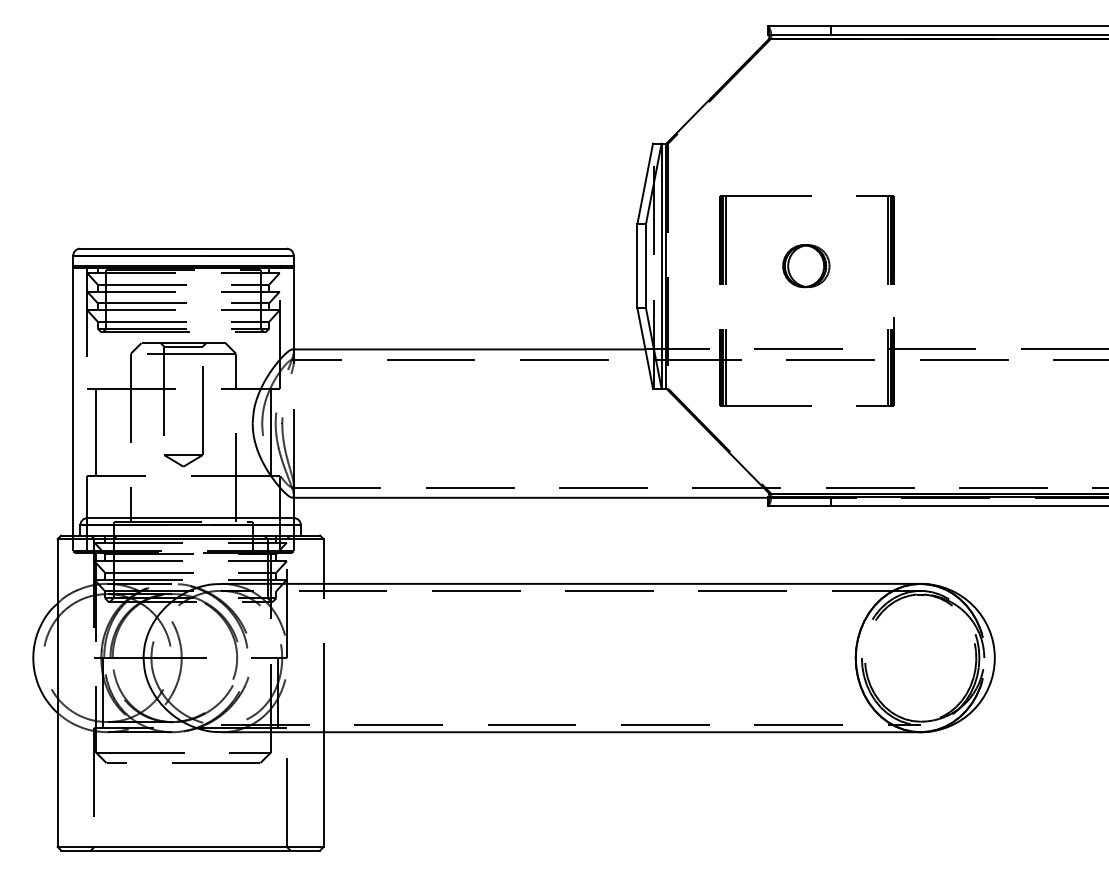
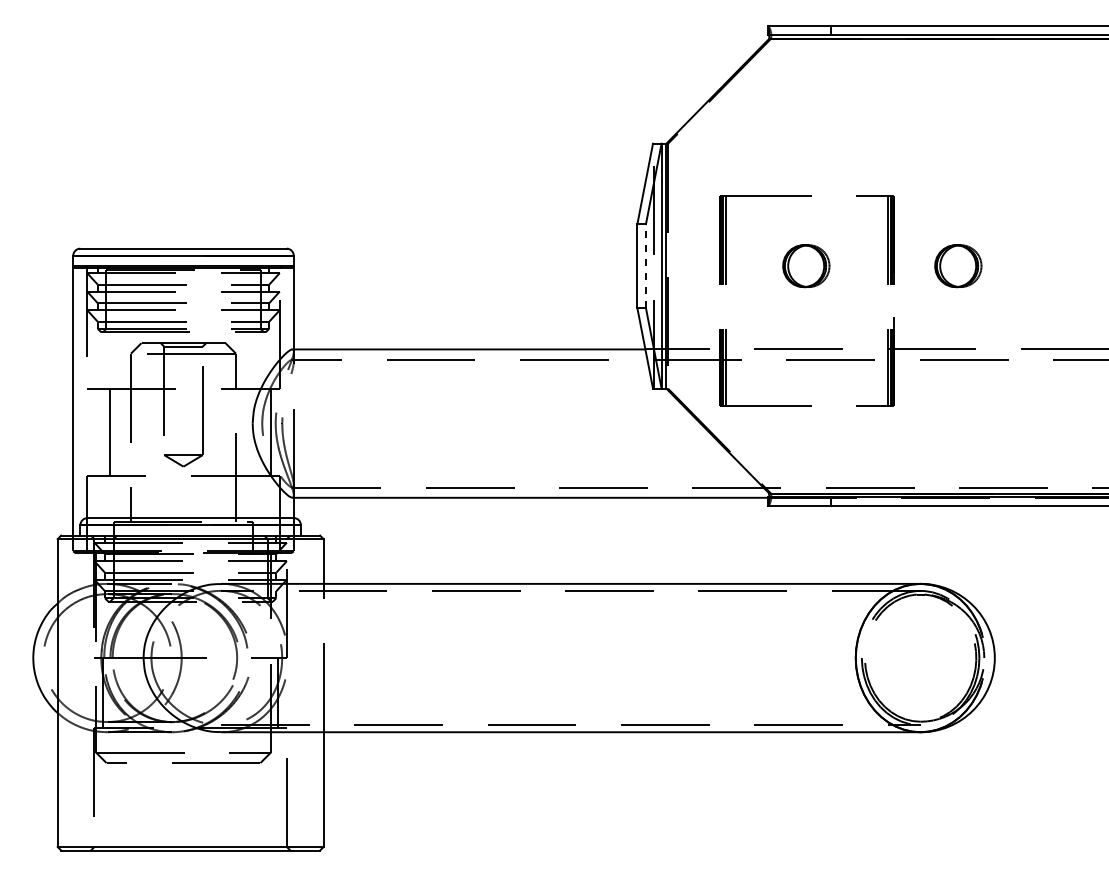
line at (645, 266): solid -> dashed
part at (958, 266): none -> present
line at (96, 432) position: (96, 432) -> (110, 432)
